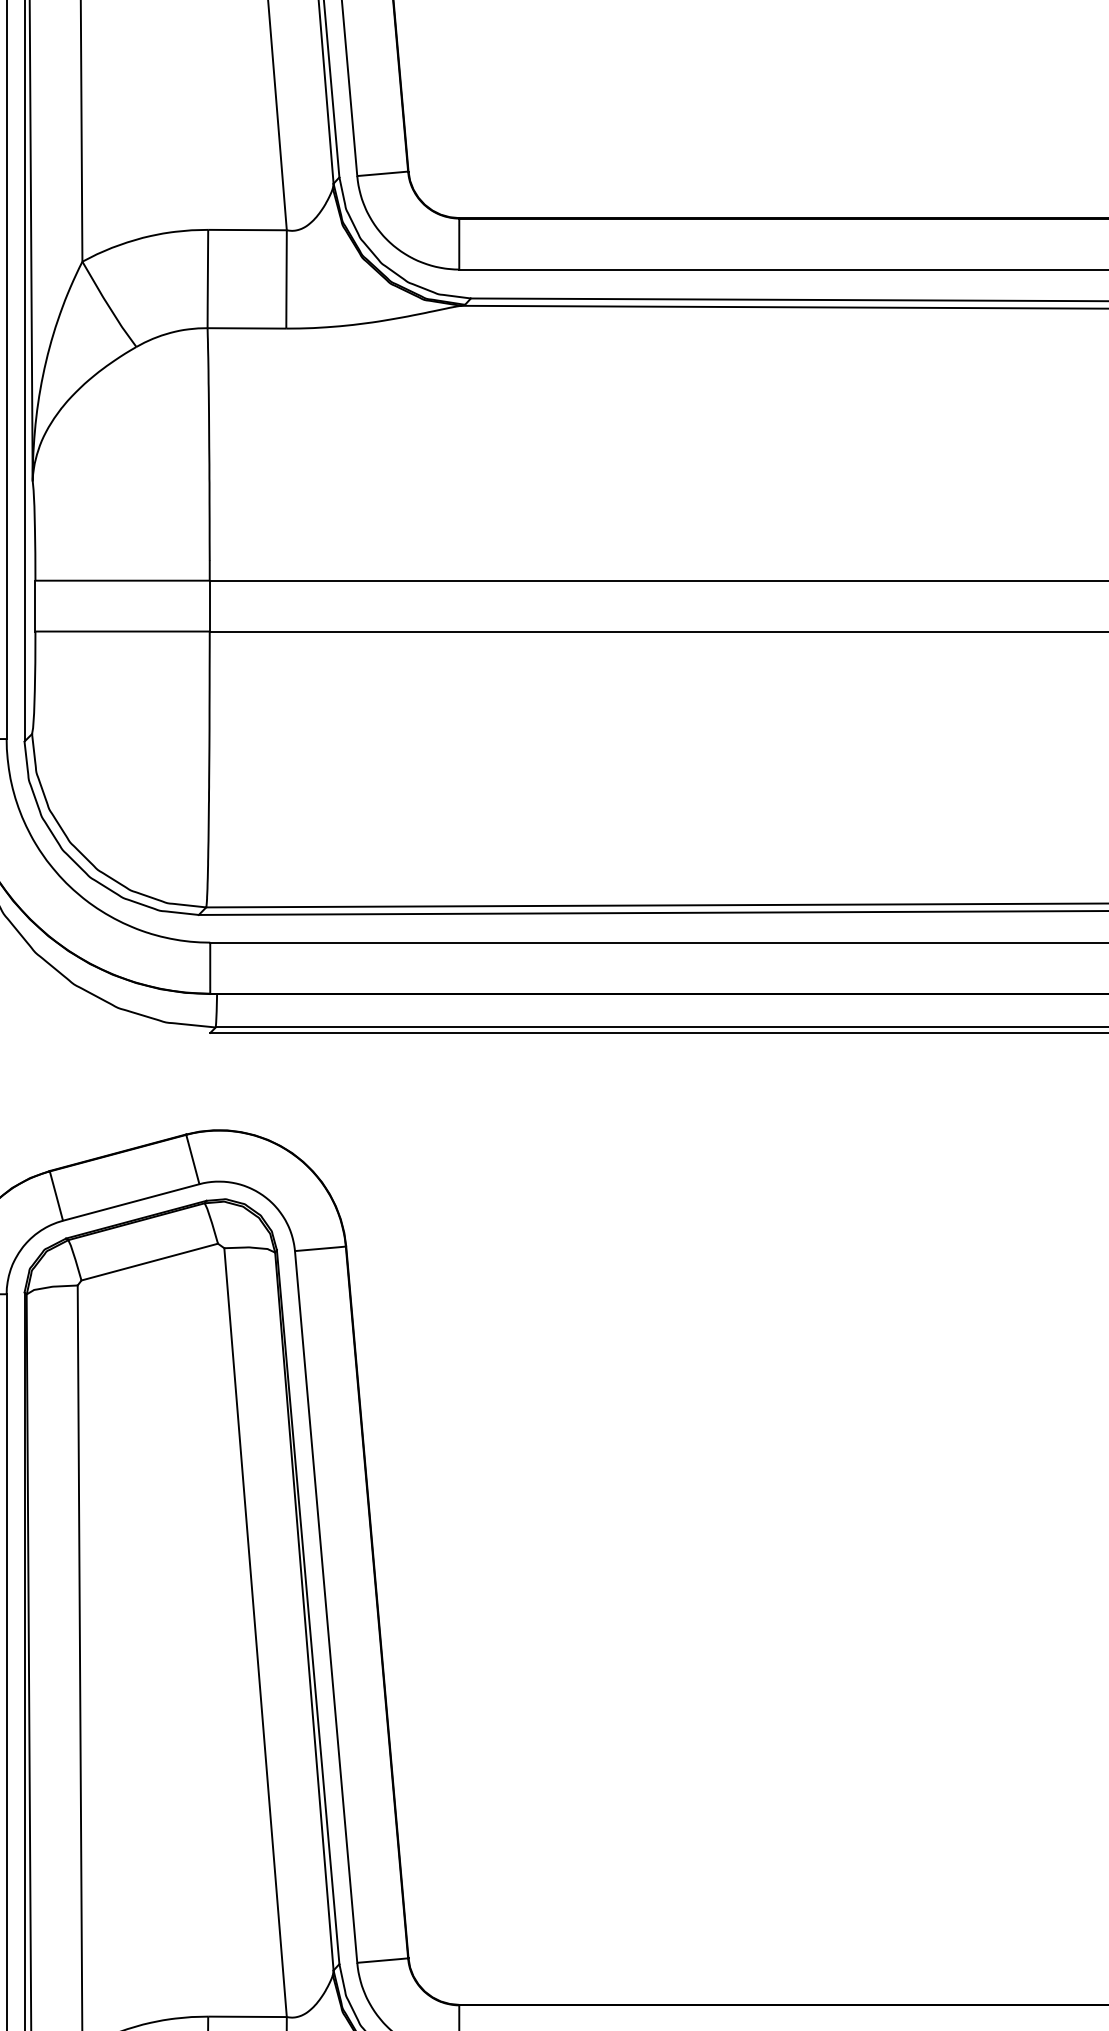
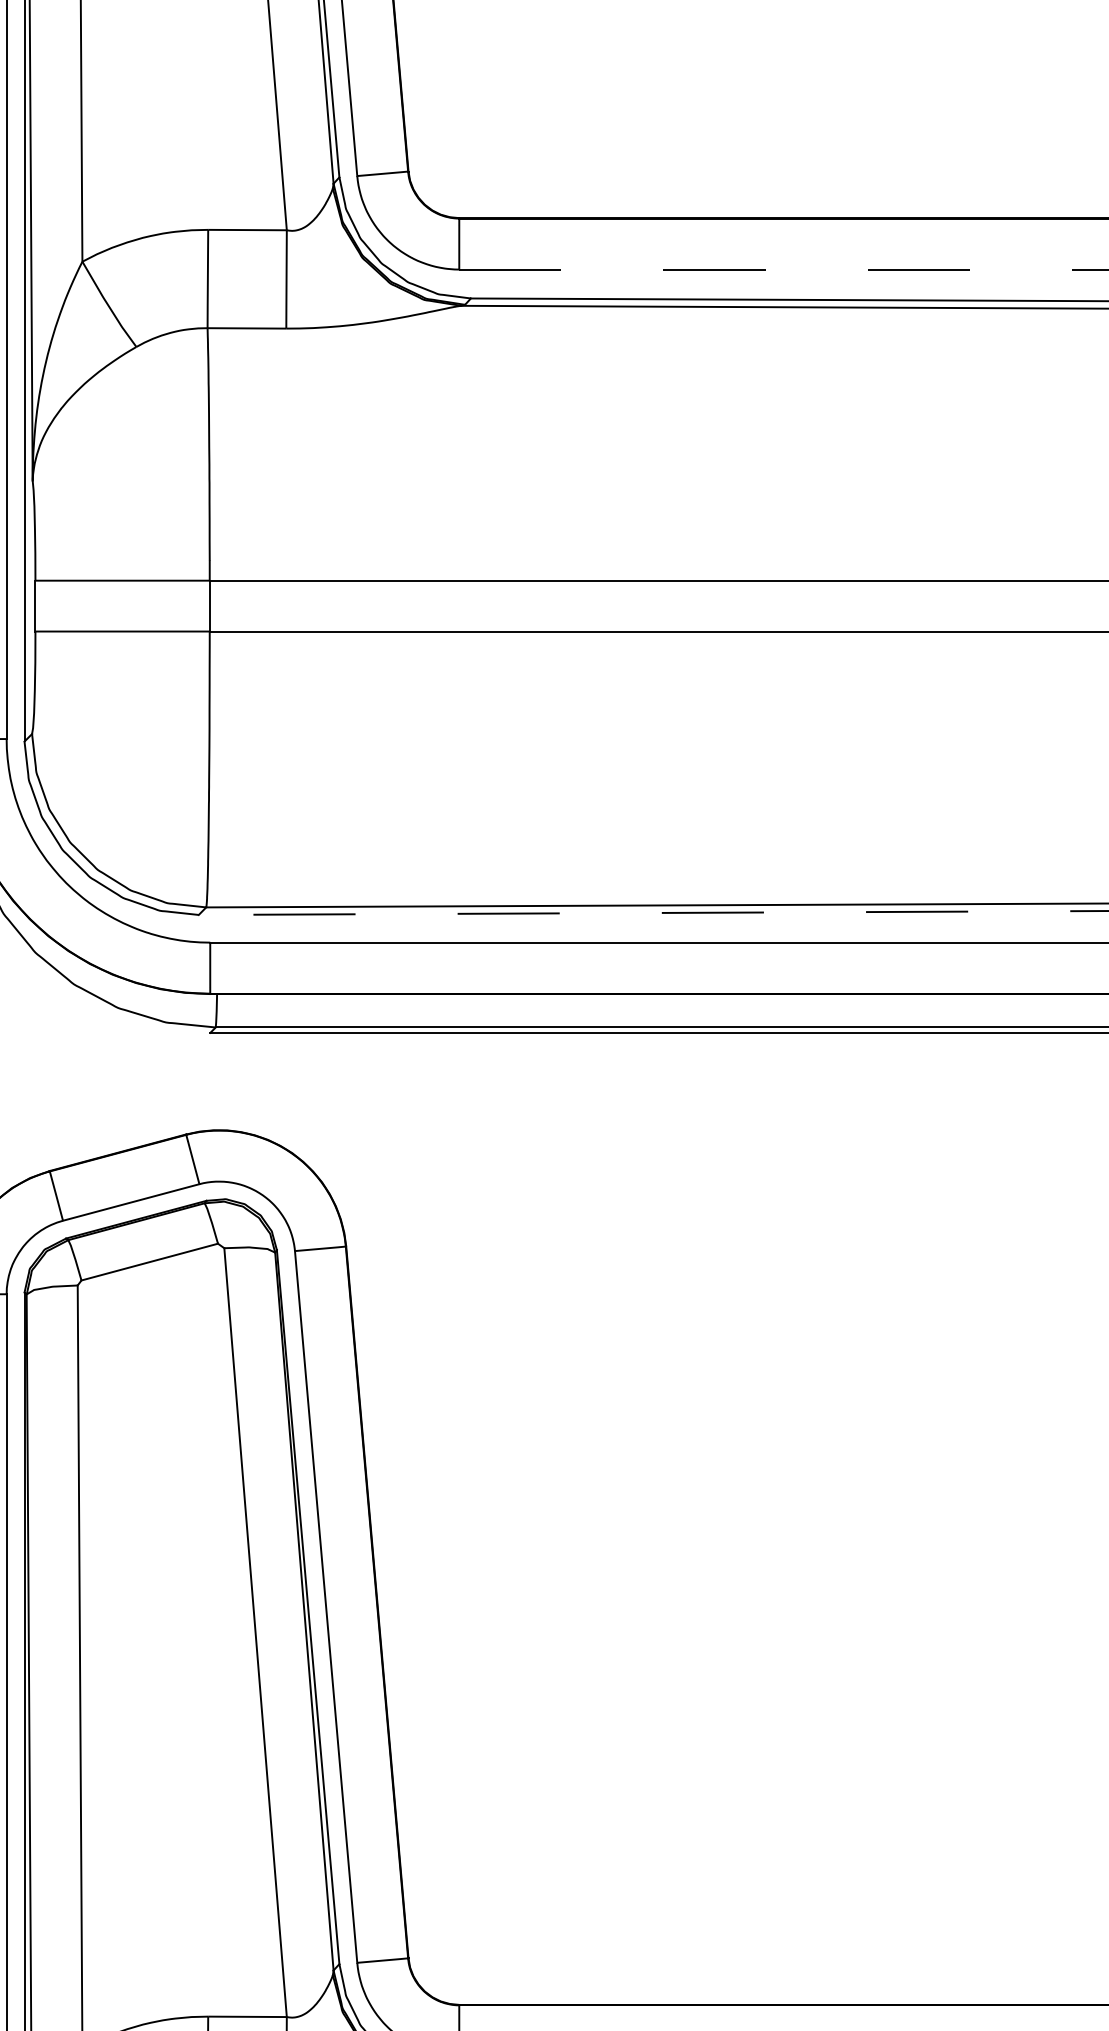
line at (784, 269): solid -> dashed
line at (653, 912): solid -> dashed
